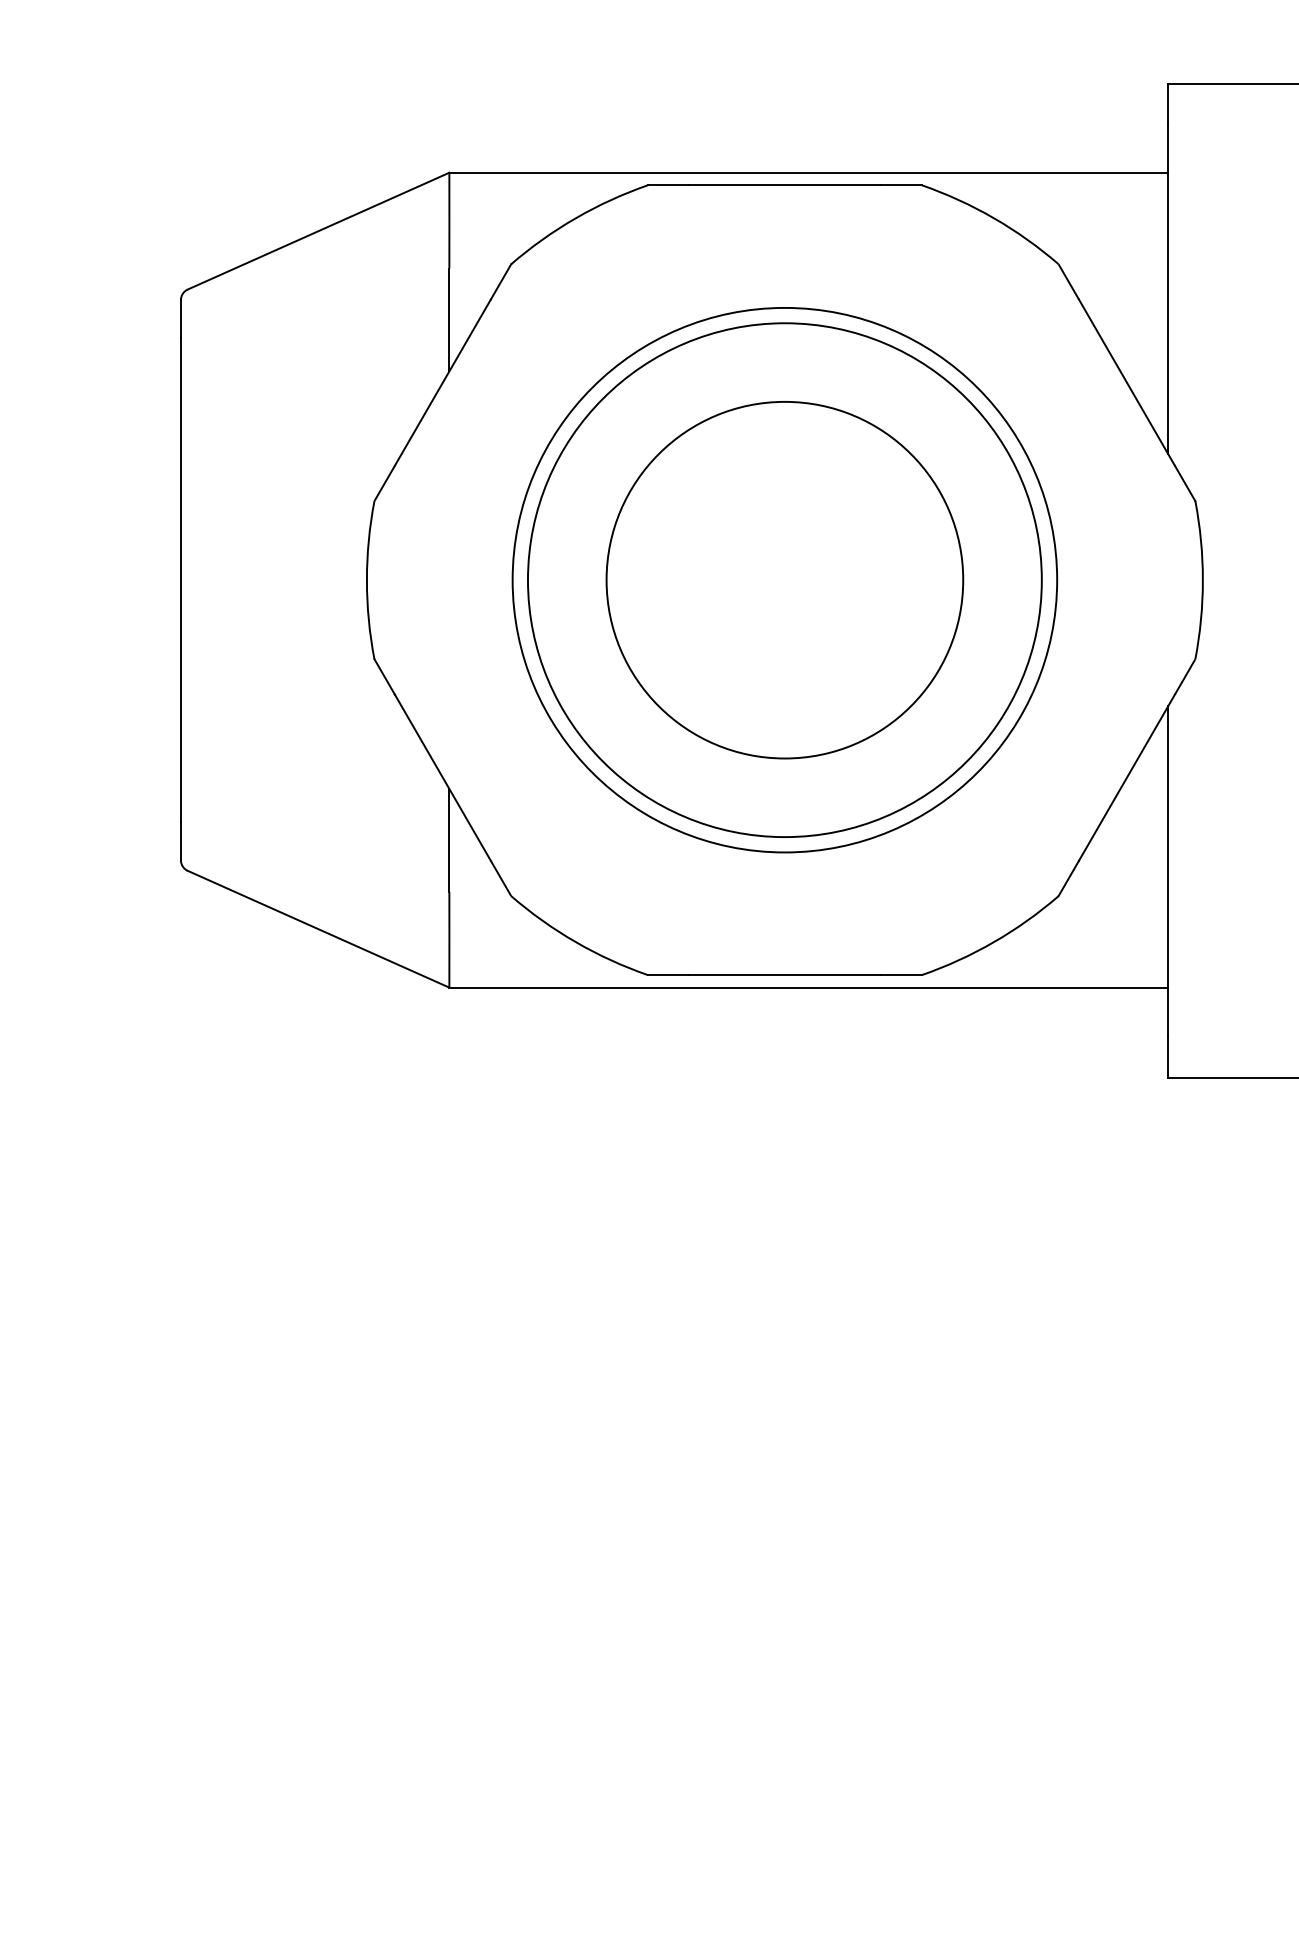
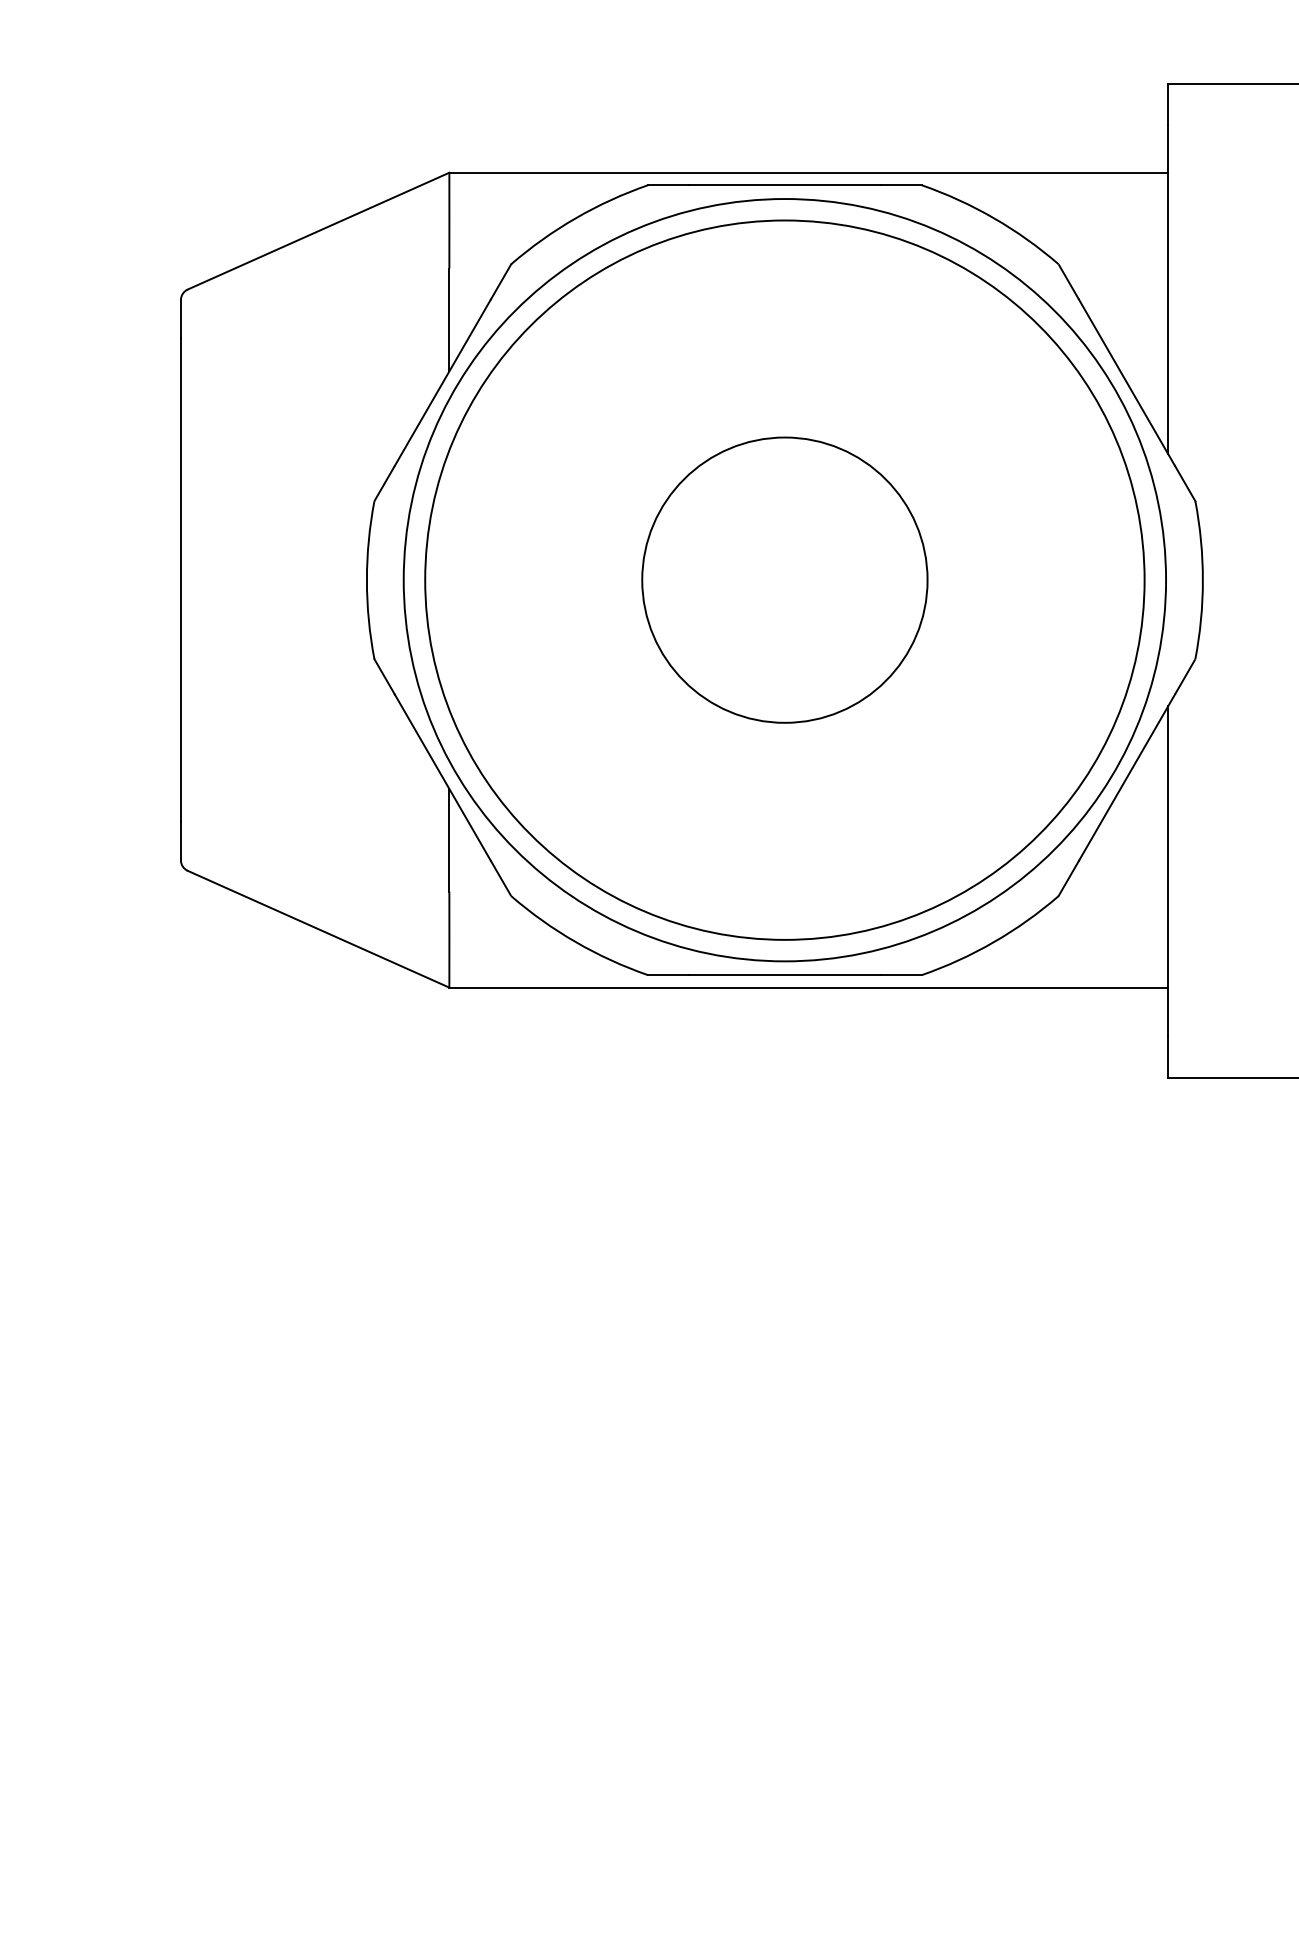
circle at (784, 579) diameter: 357 px -> 285 px
circle at (784, 579) diameter: 545 px -> 762 px
circle at (784, 580) diameter: 514 px -> 719 px
